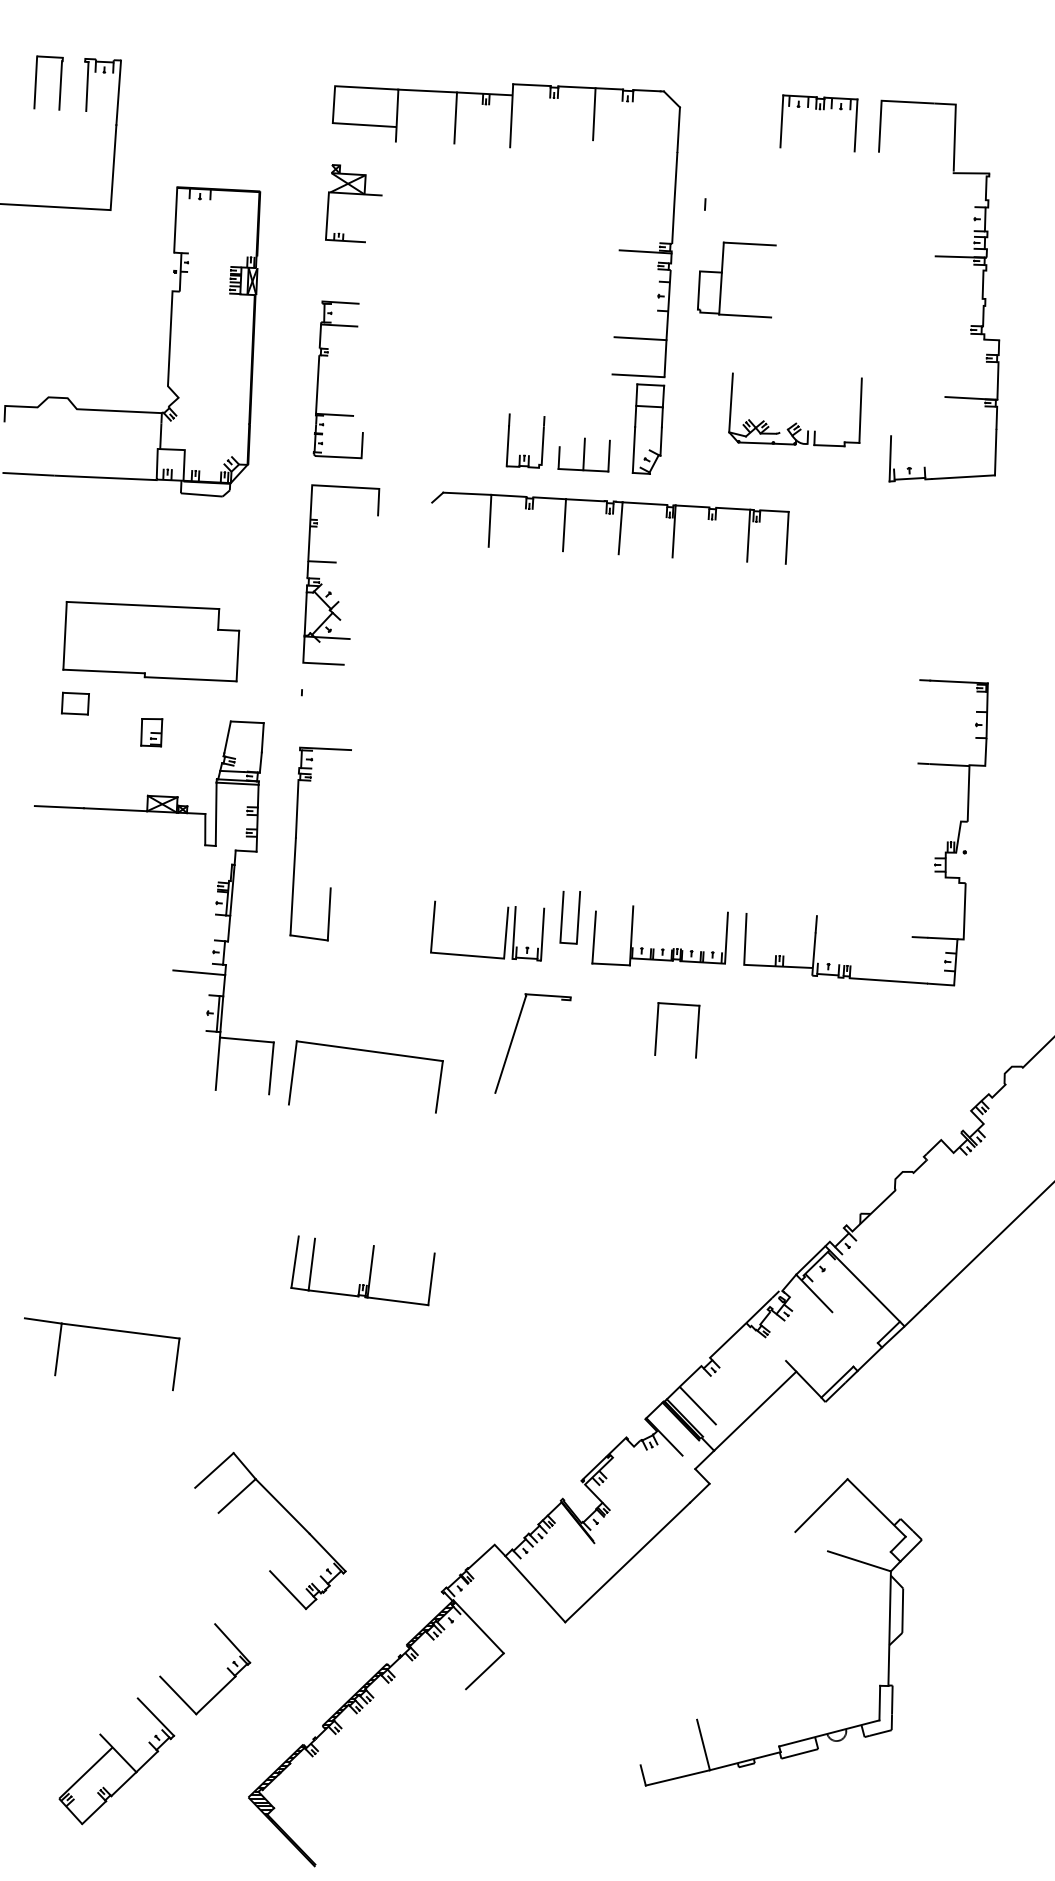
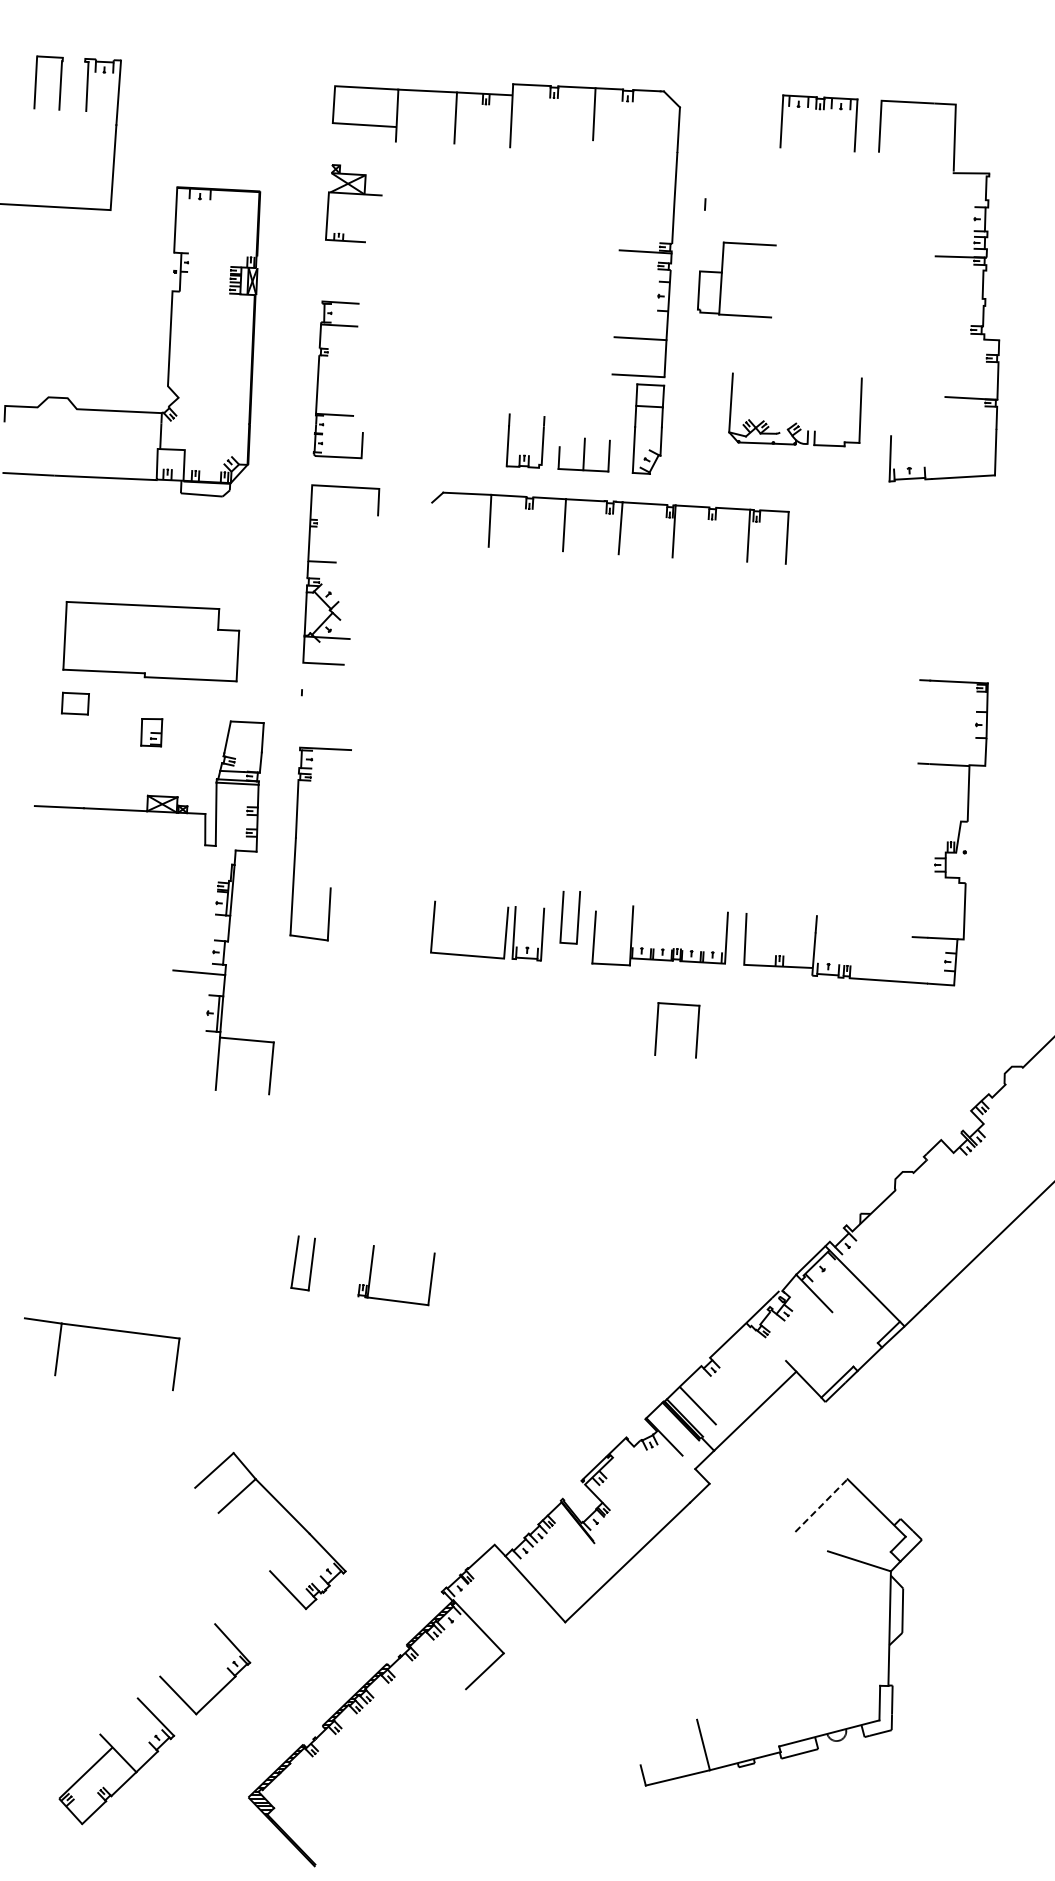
part at (514, 1036): present -> none
part at (369, 1052): present -> none
line at (333, 1293): present -> none
line at (821, 1505): solid -> dashed
